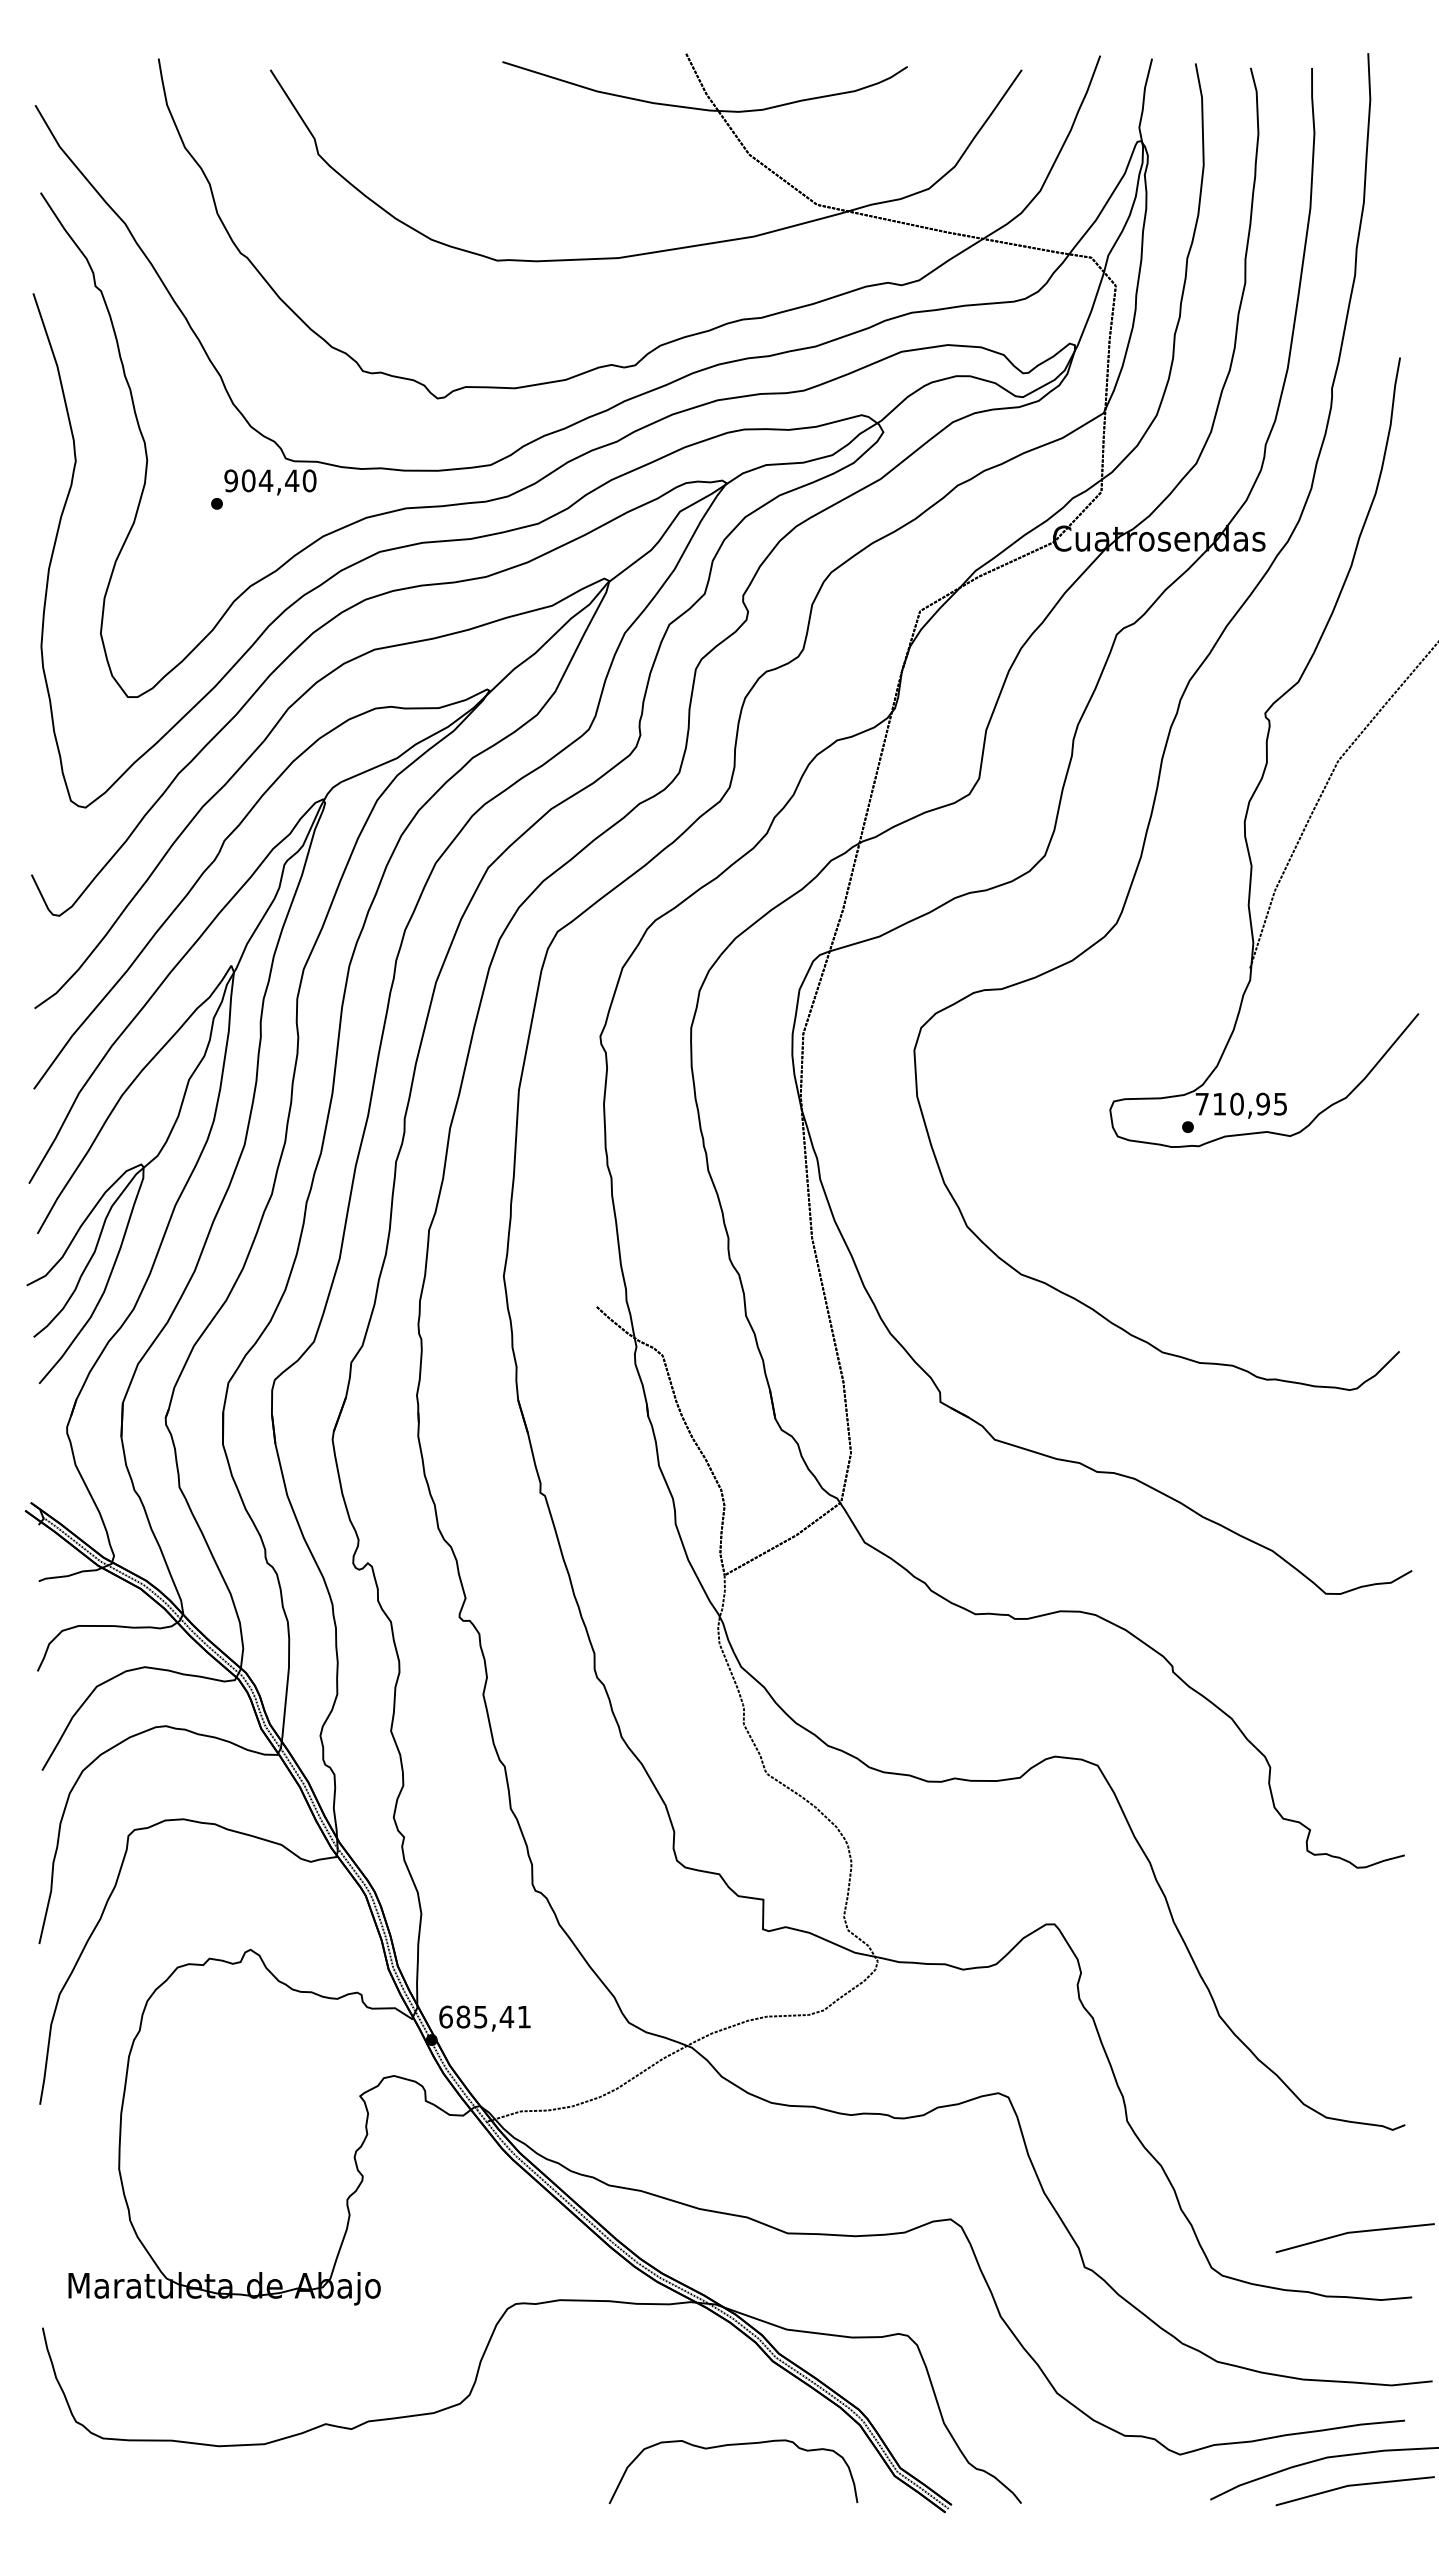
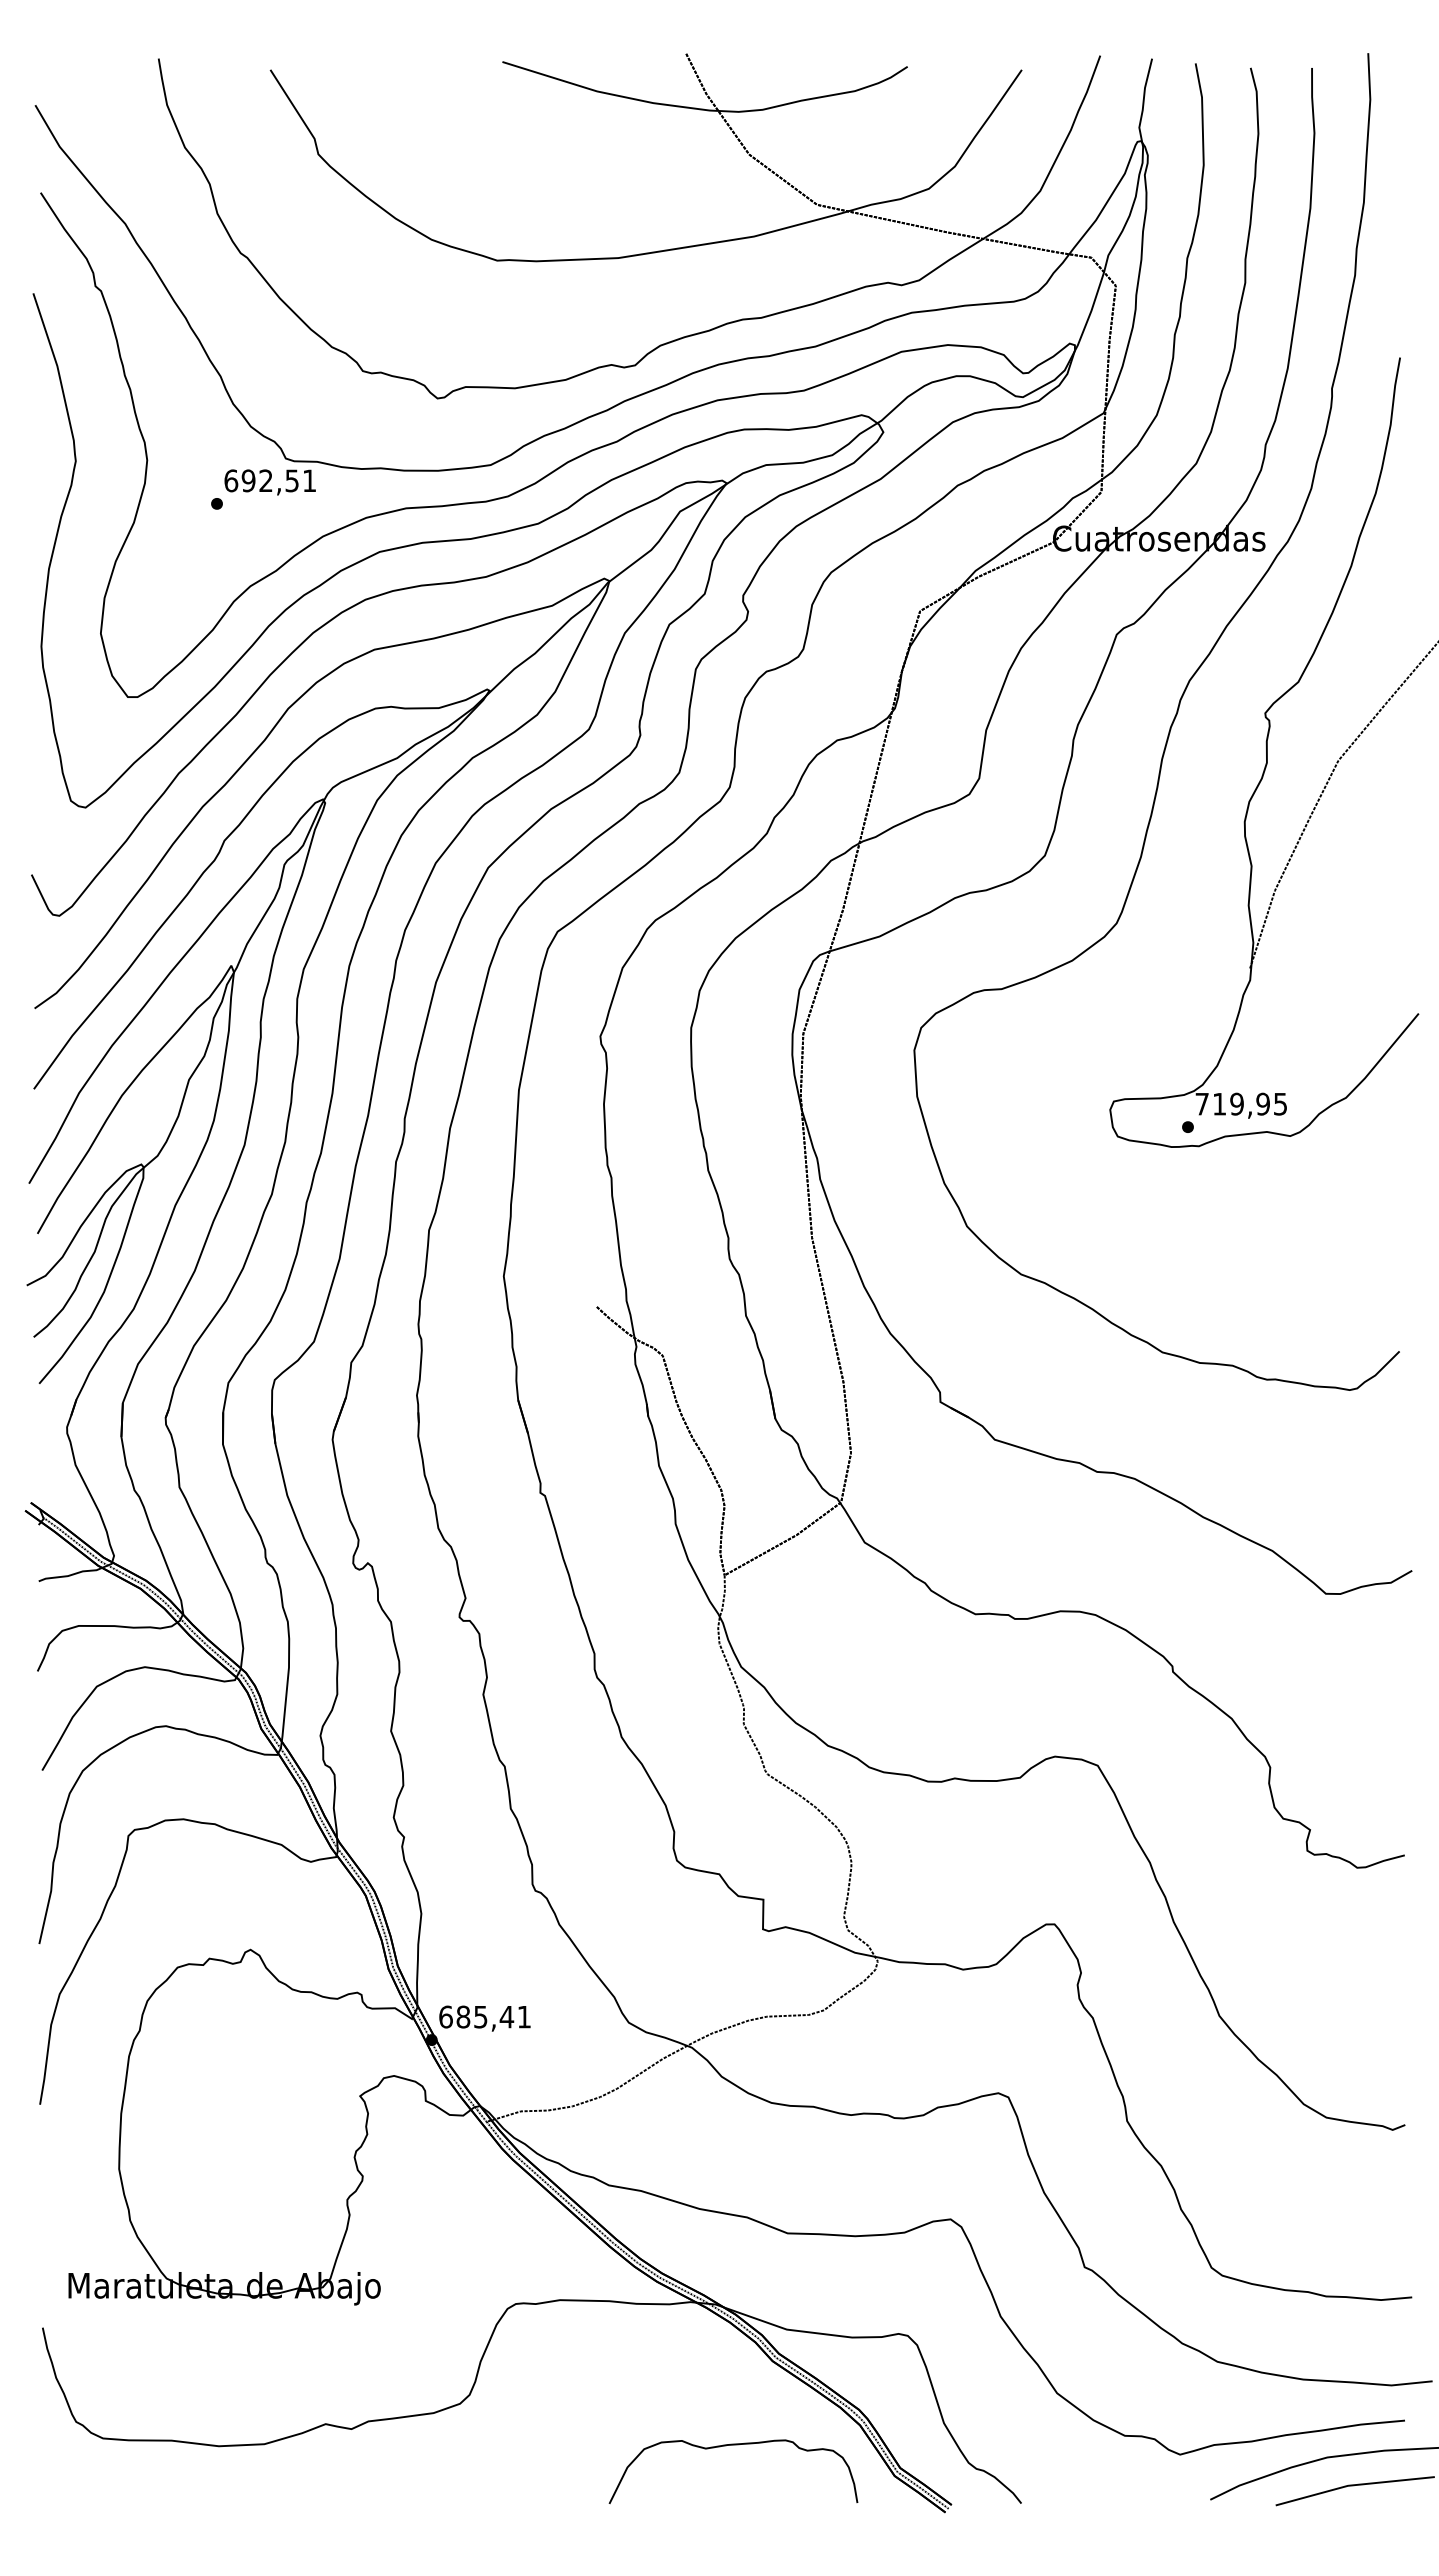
text at (270, 480): 904,40 -> 692,51
text at (1236, 1104): 710,95 -> 719,95
line at (1354, 2233): present -> none
